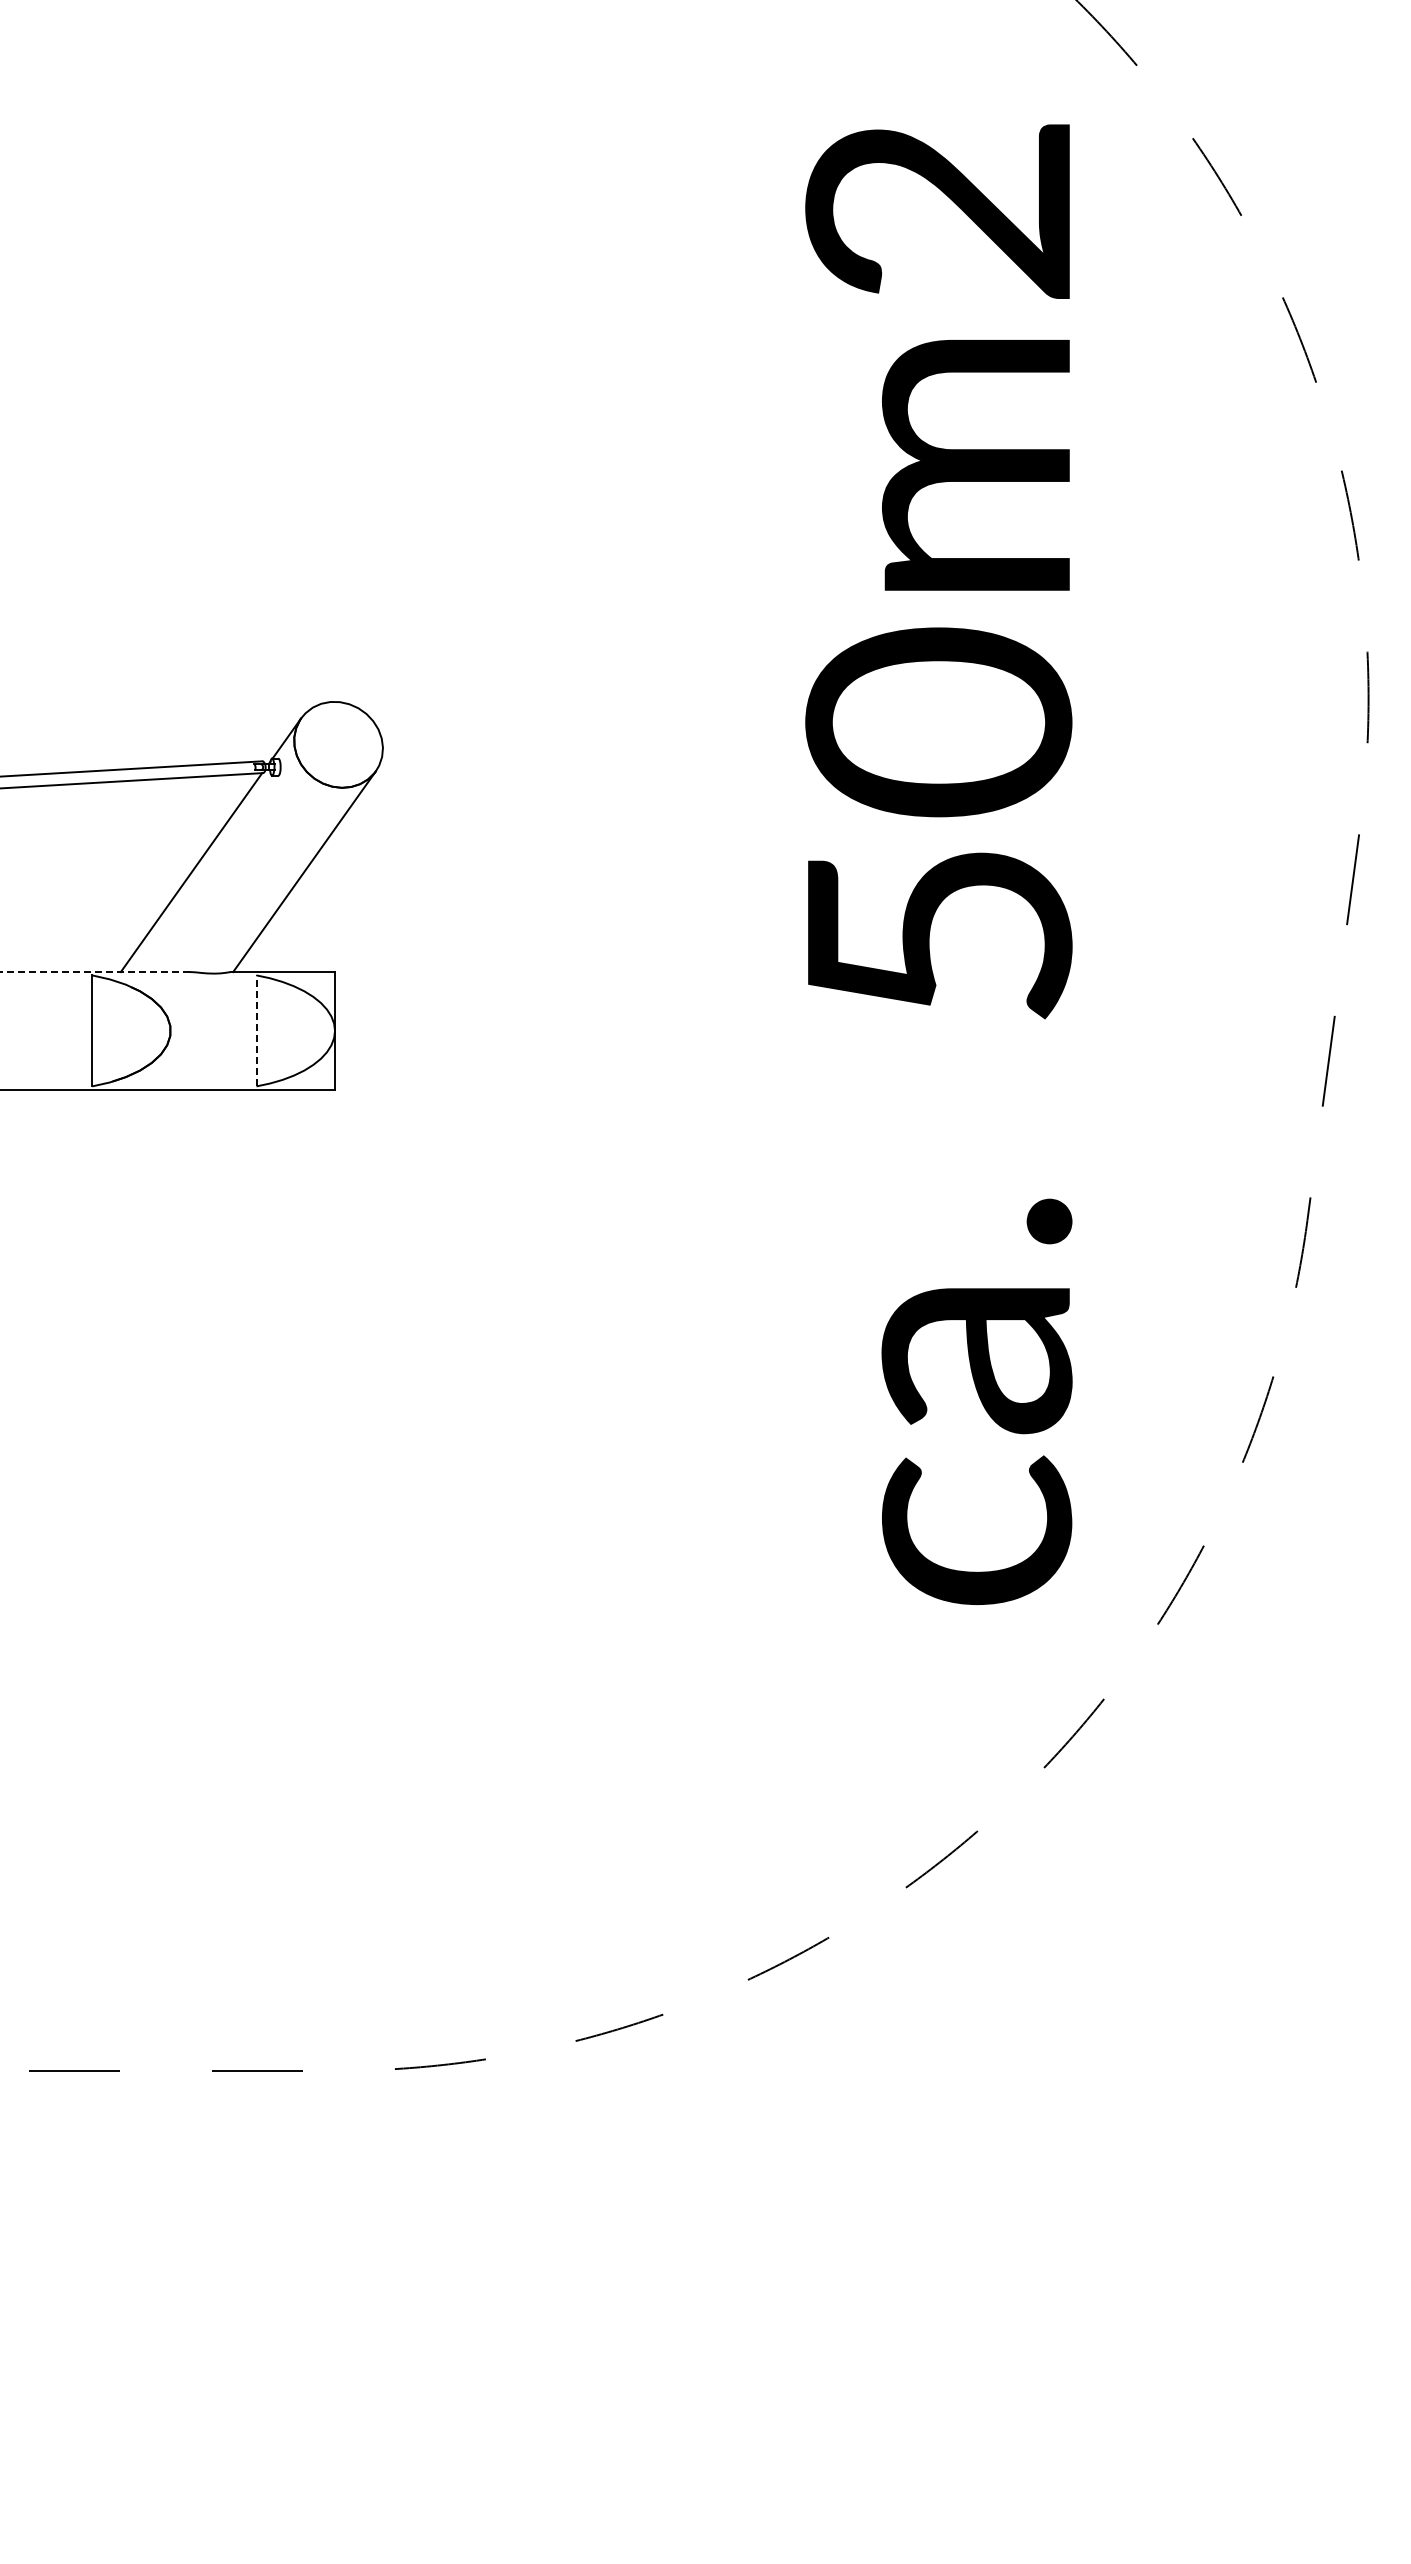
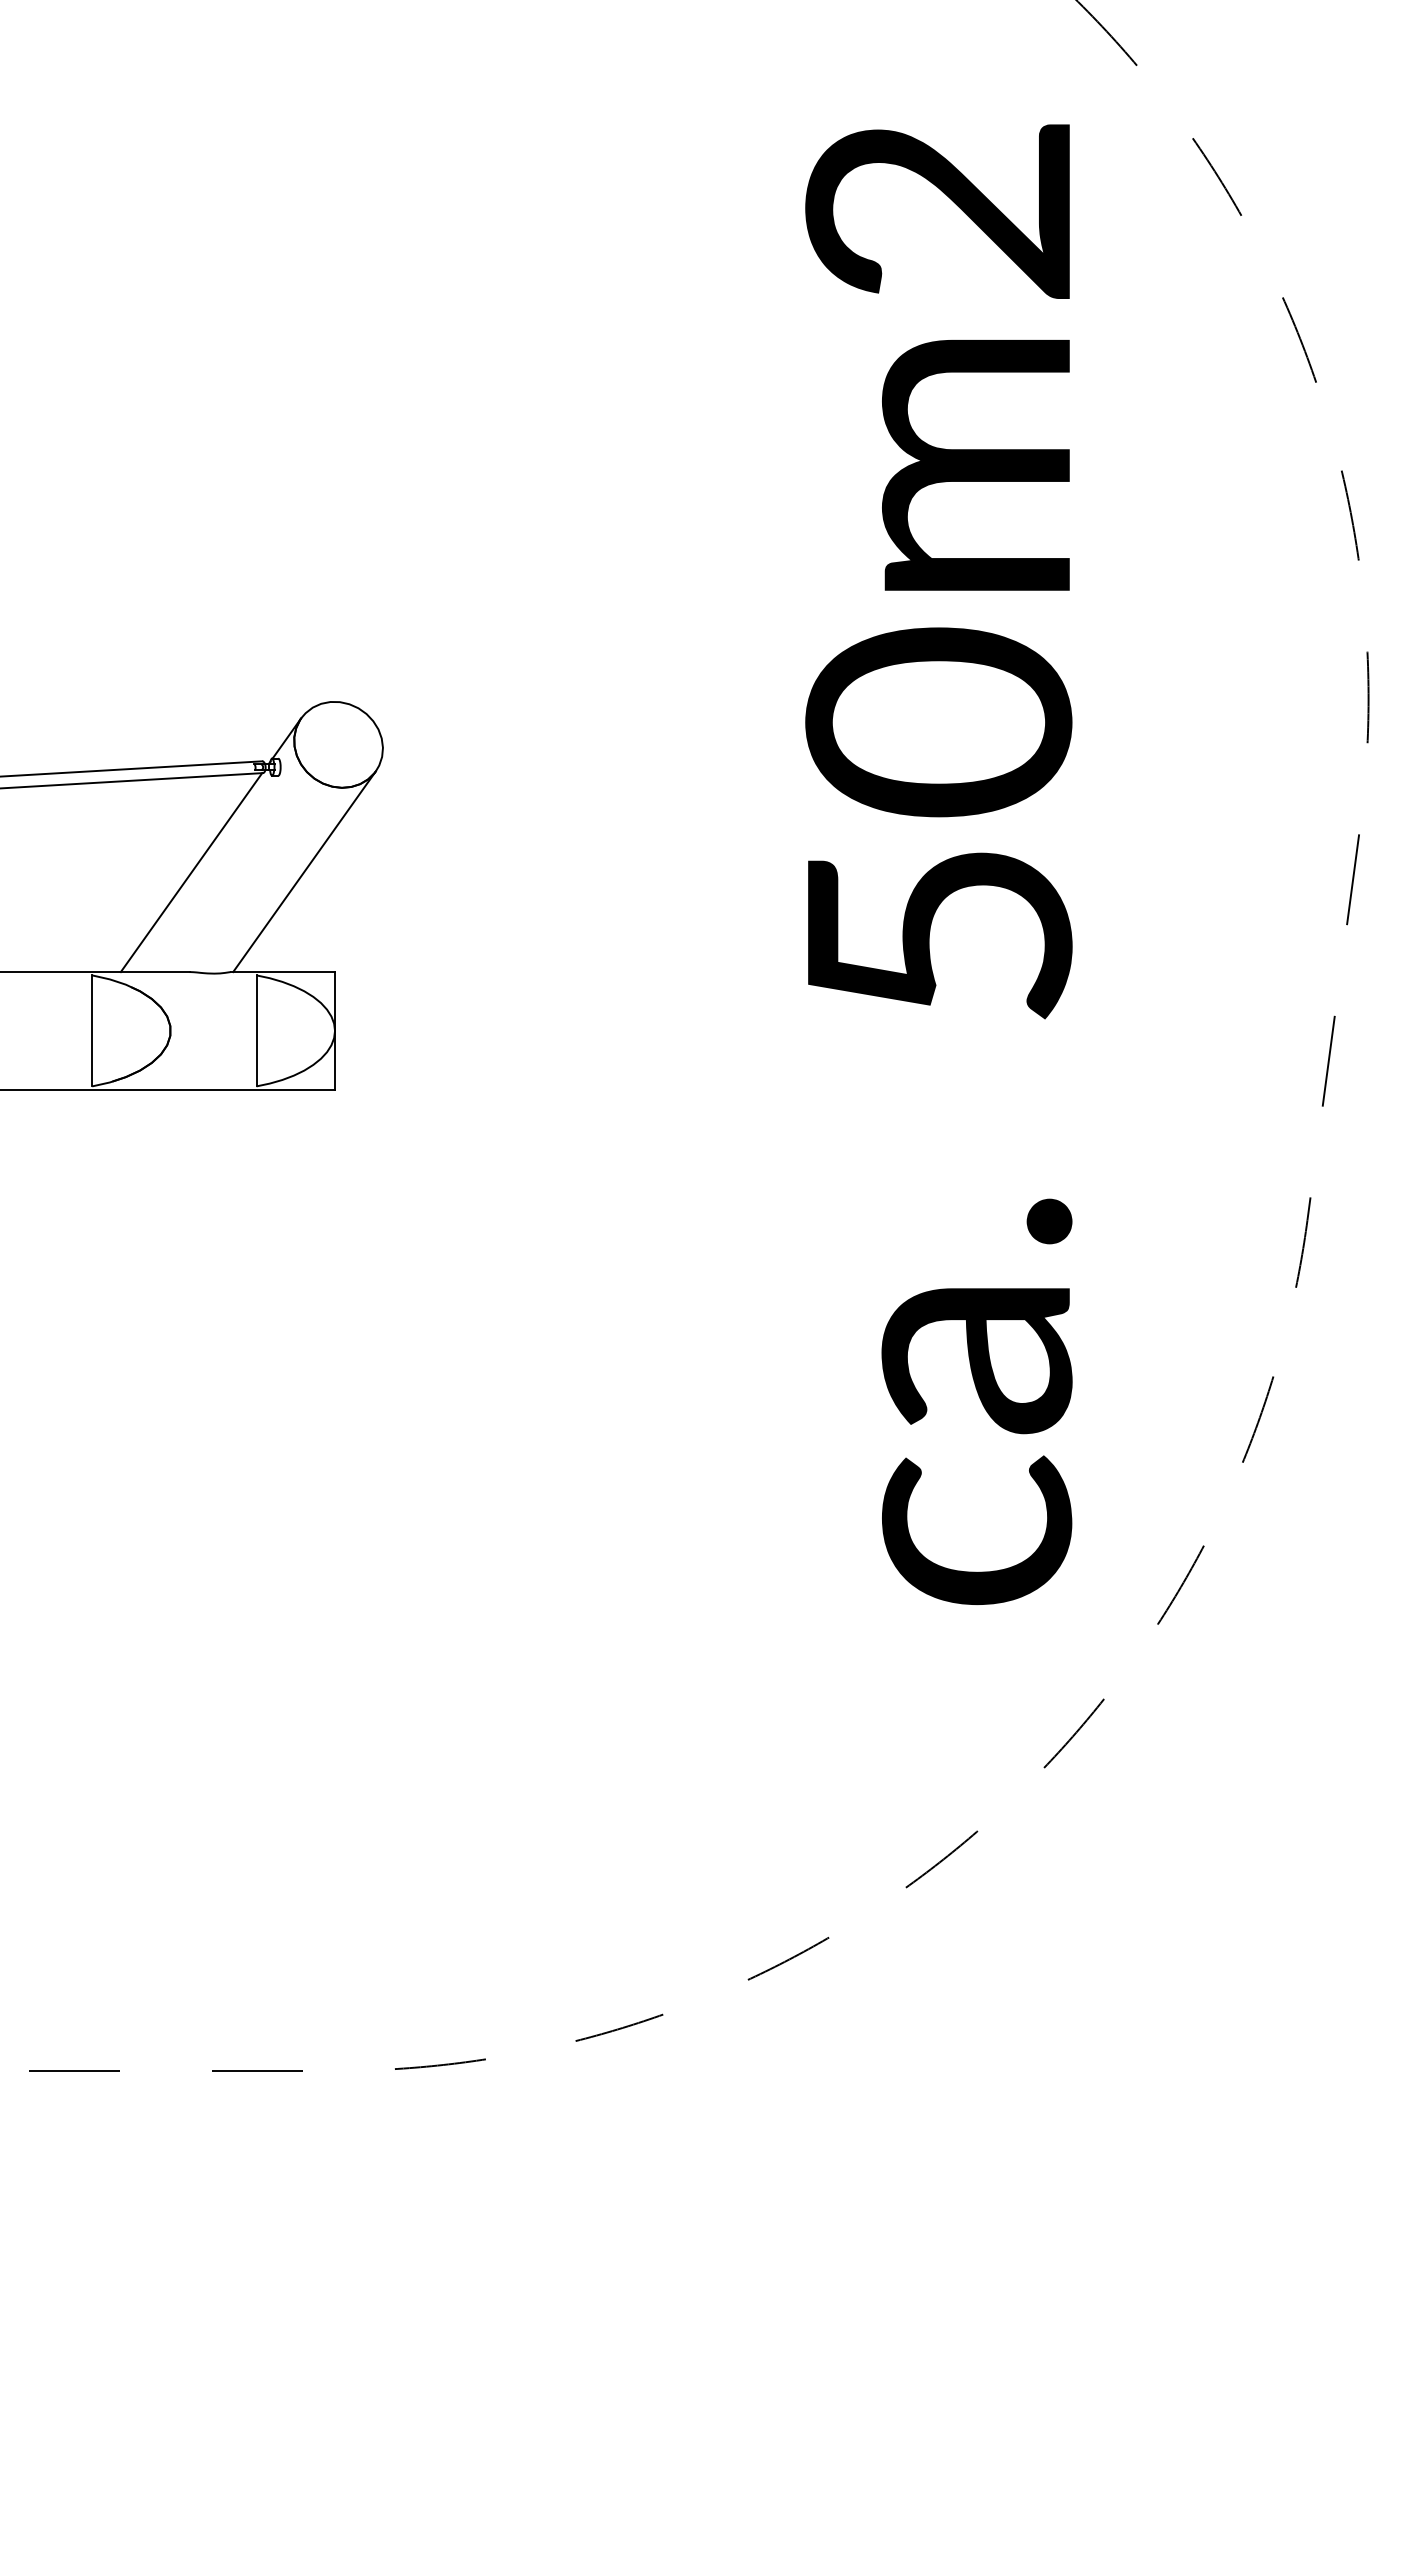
line at (95, 972): dashed -> solid
line at (256, 1030): dashed -> solid
